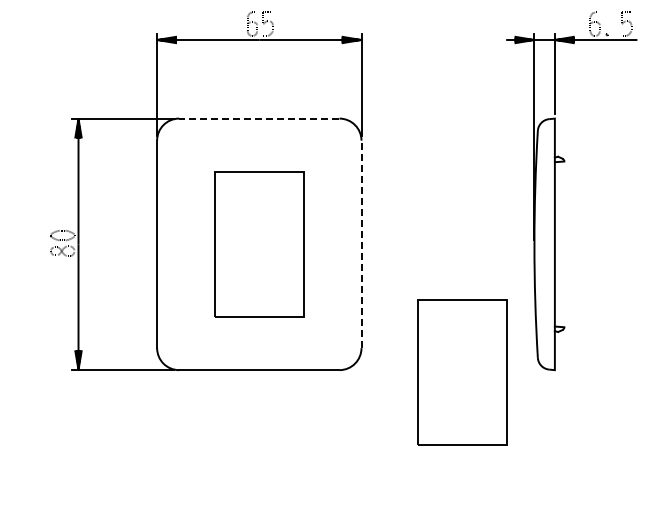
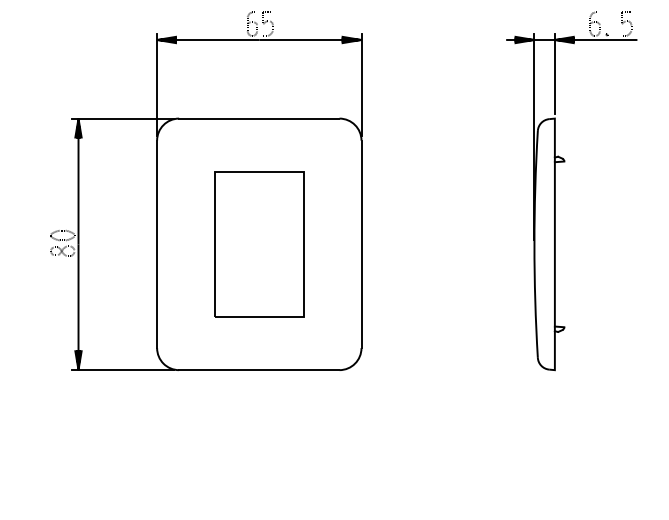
line at (258, 118): dashed -> solid
line at (361, 244): dashed -> solid
part at (462, 372): present -> none
